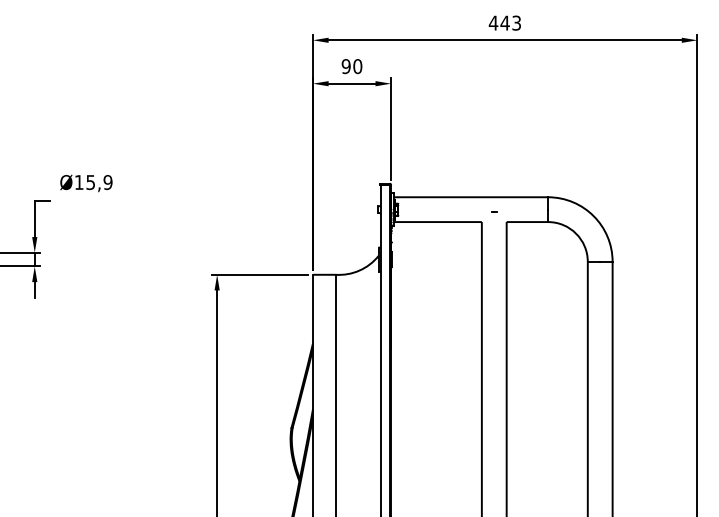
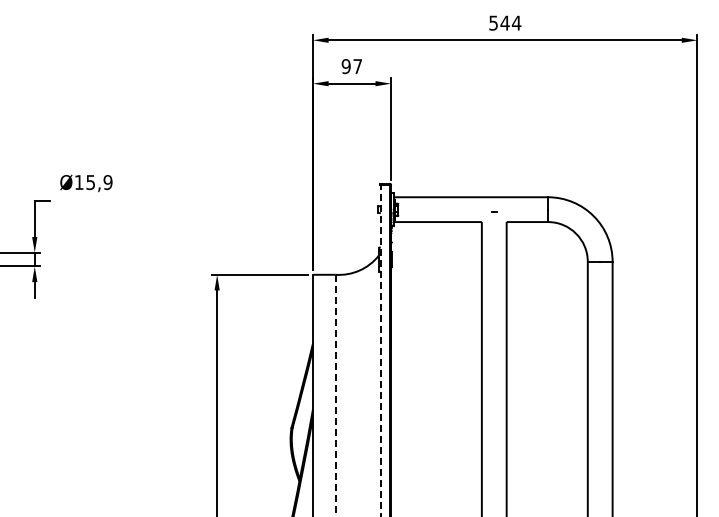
text at (504, 22): 443 -> 544
text at (357, 66): 90 -> 97
line at (380, 350): solid -> dashed
line at (335, 395): solid -> dashed
